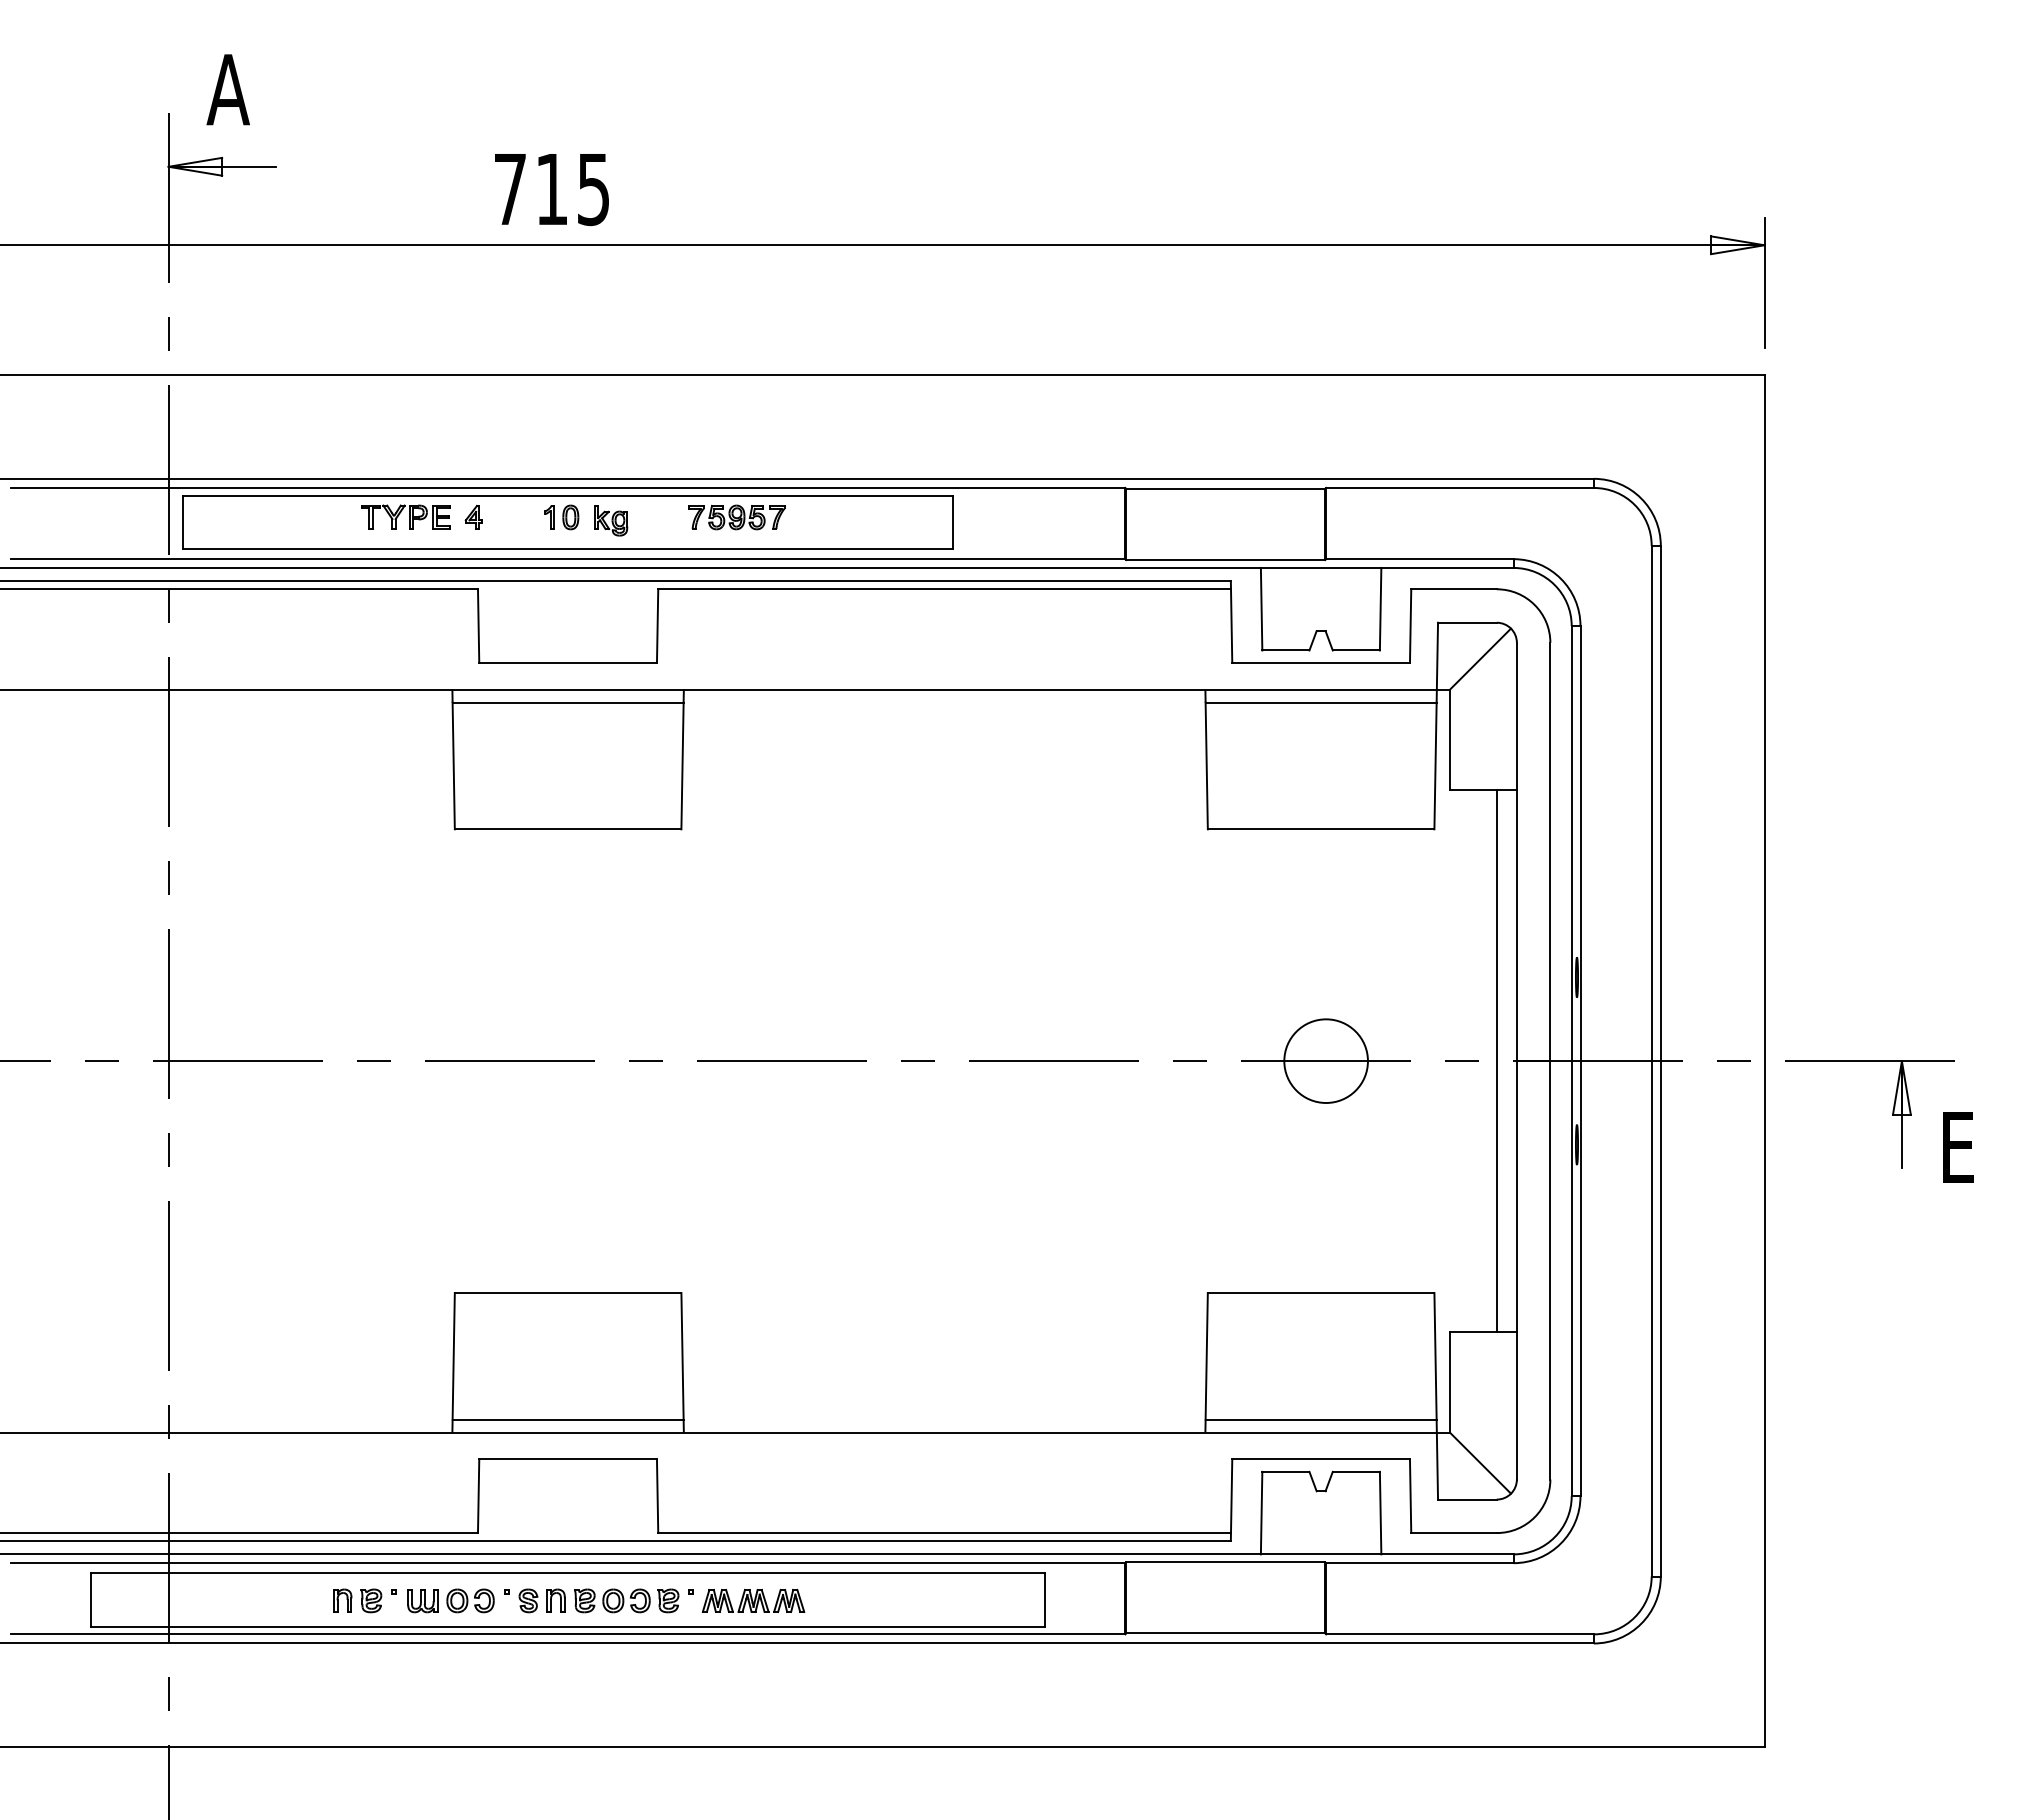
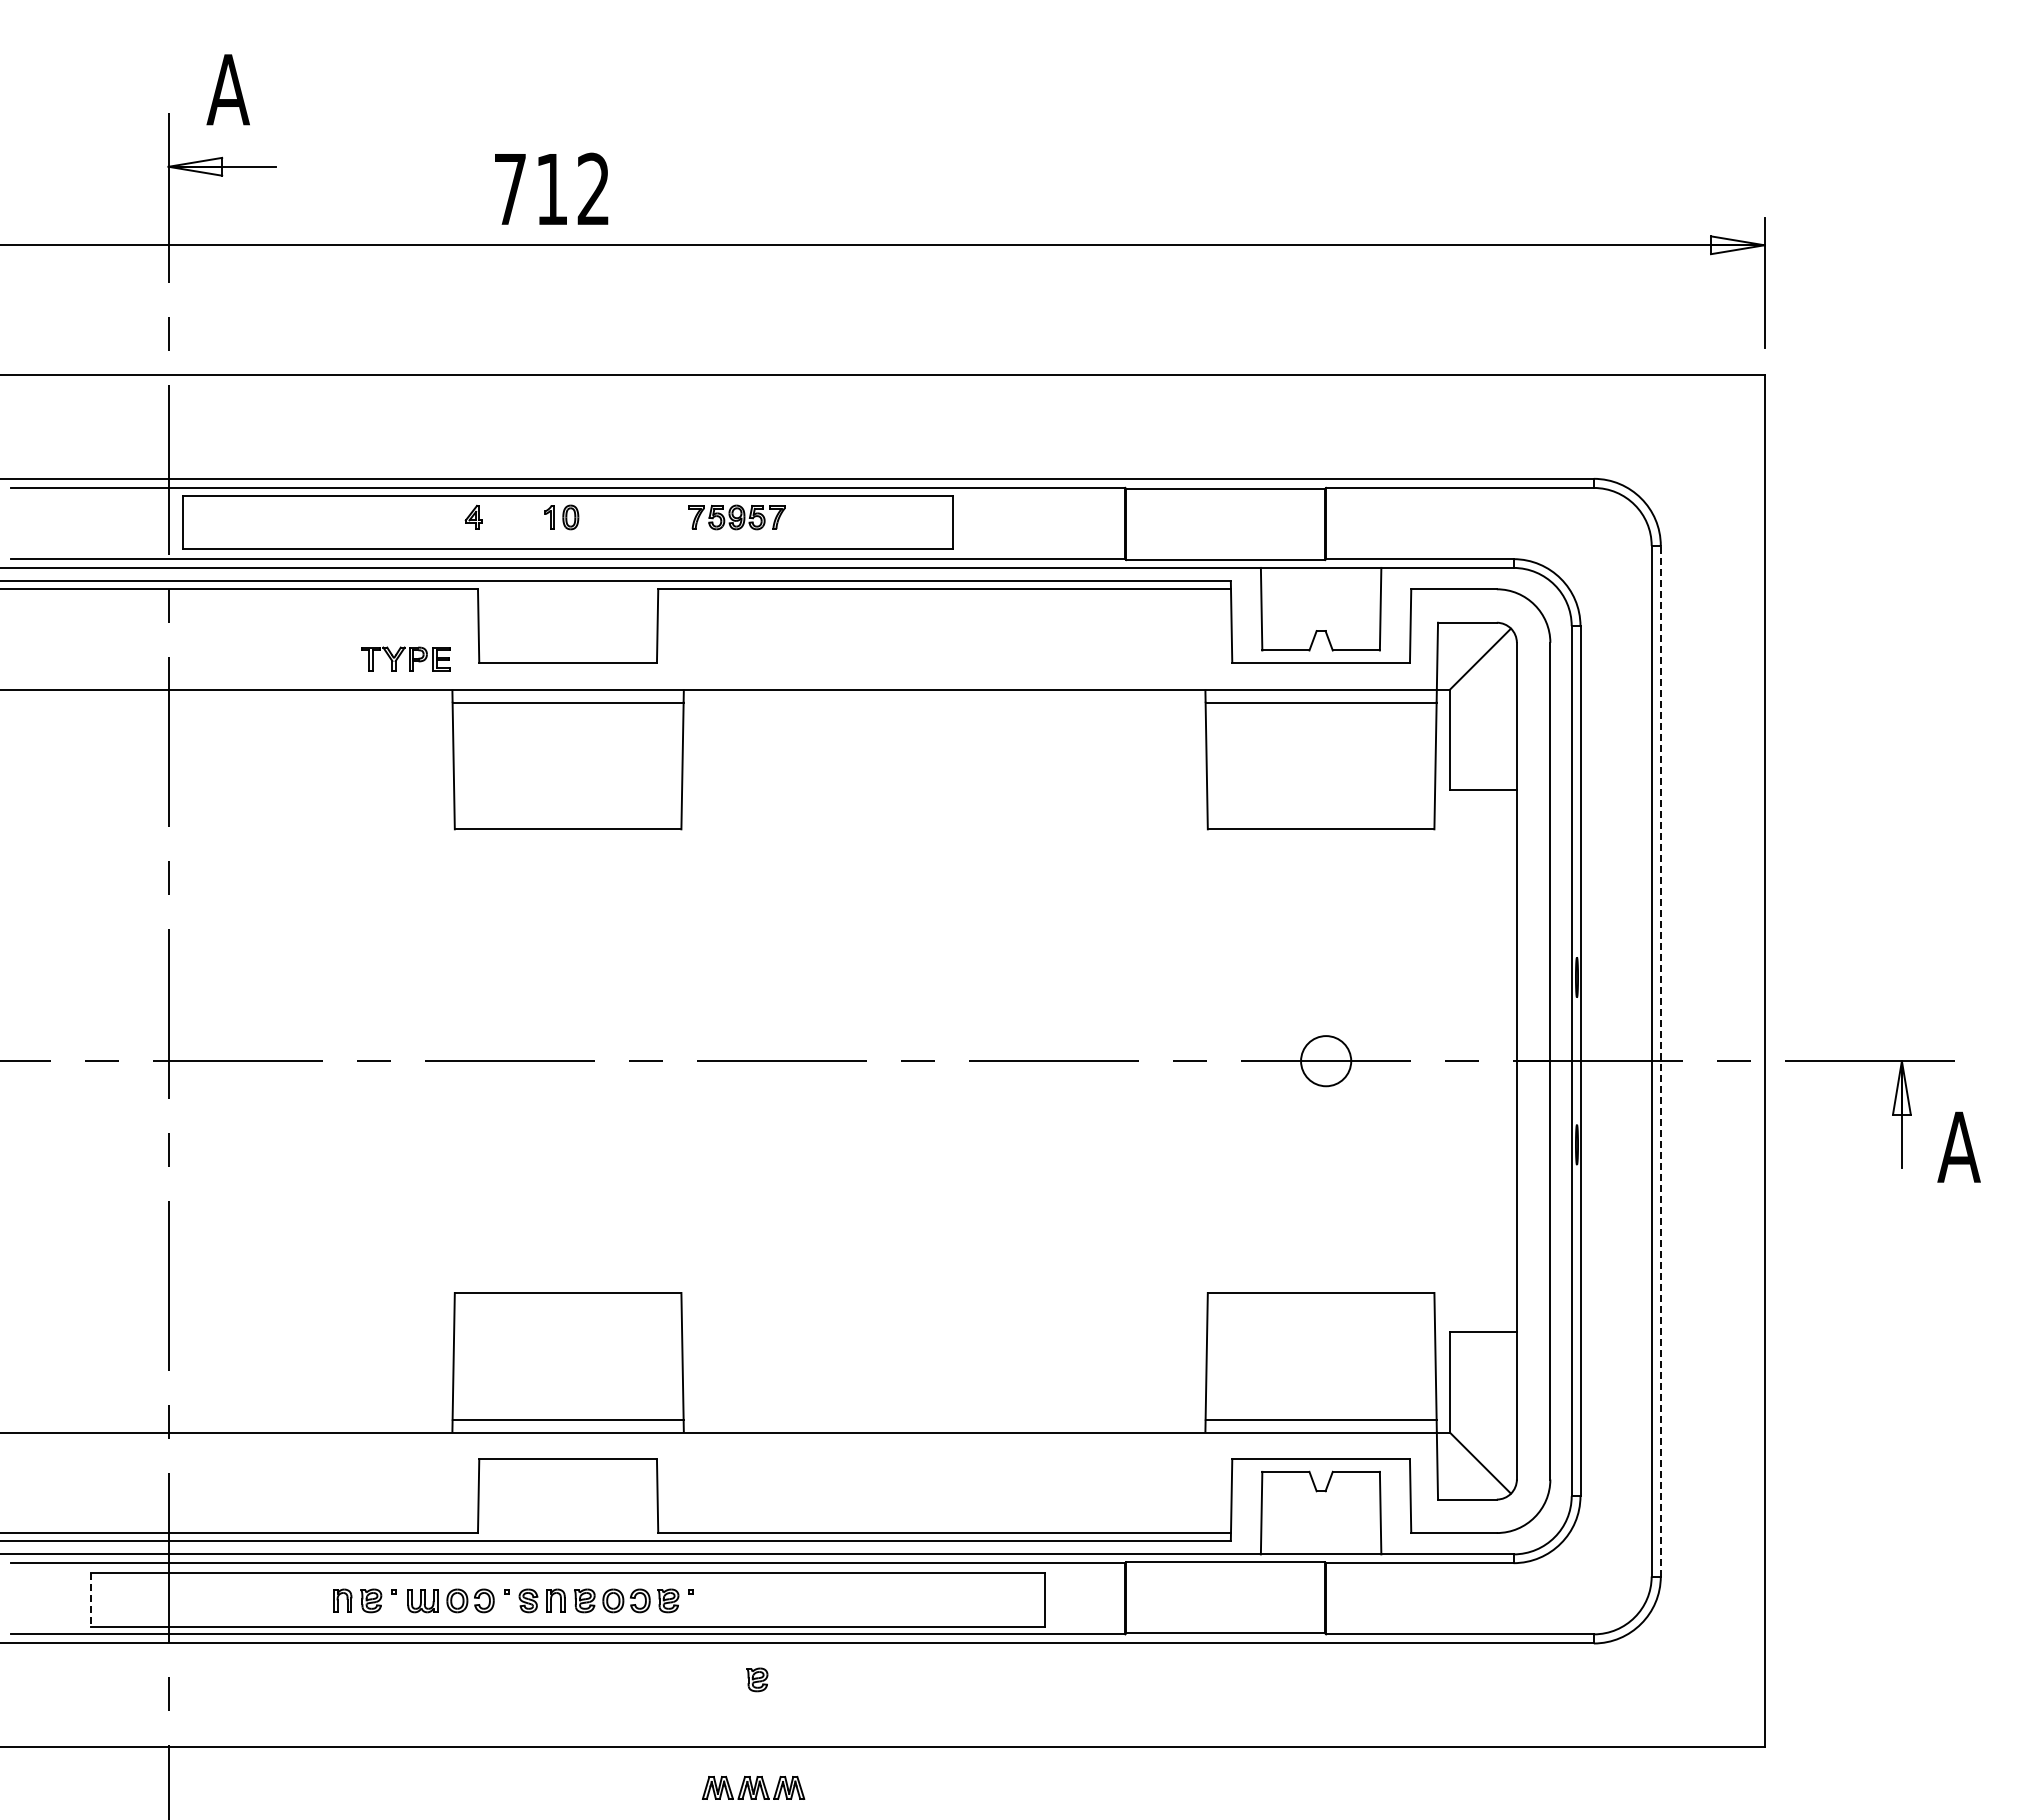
text at (592, 189): 715 -> 712
part at (405, 516) position: (405, 516) -> (405, 658)
part at (611, 520): present -> none
circle at (1325, 1060) diameter: 84 px -> 50 px
line at (1660, 1060): solid -> dashed
line at (1496, 1061): present -> none
text at (1958, 1146): E -> A
line at (91, 1599): solid -> dashed
part at (753, 1600) position: (753, 1600) -> (753, 1787)
part at (757, 1679): none -> present
